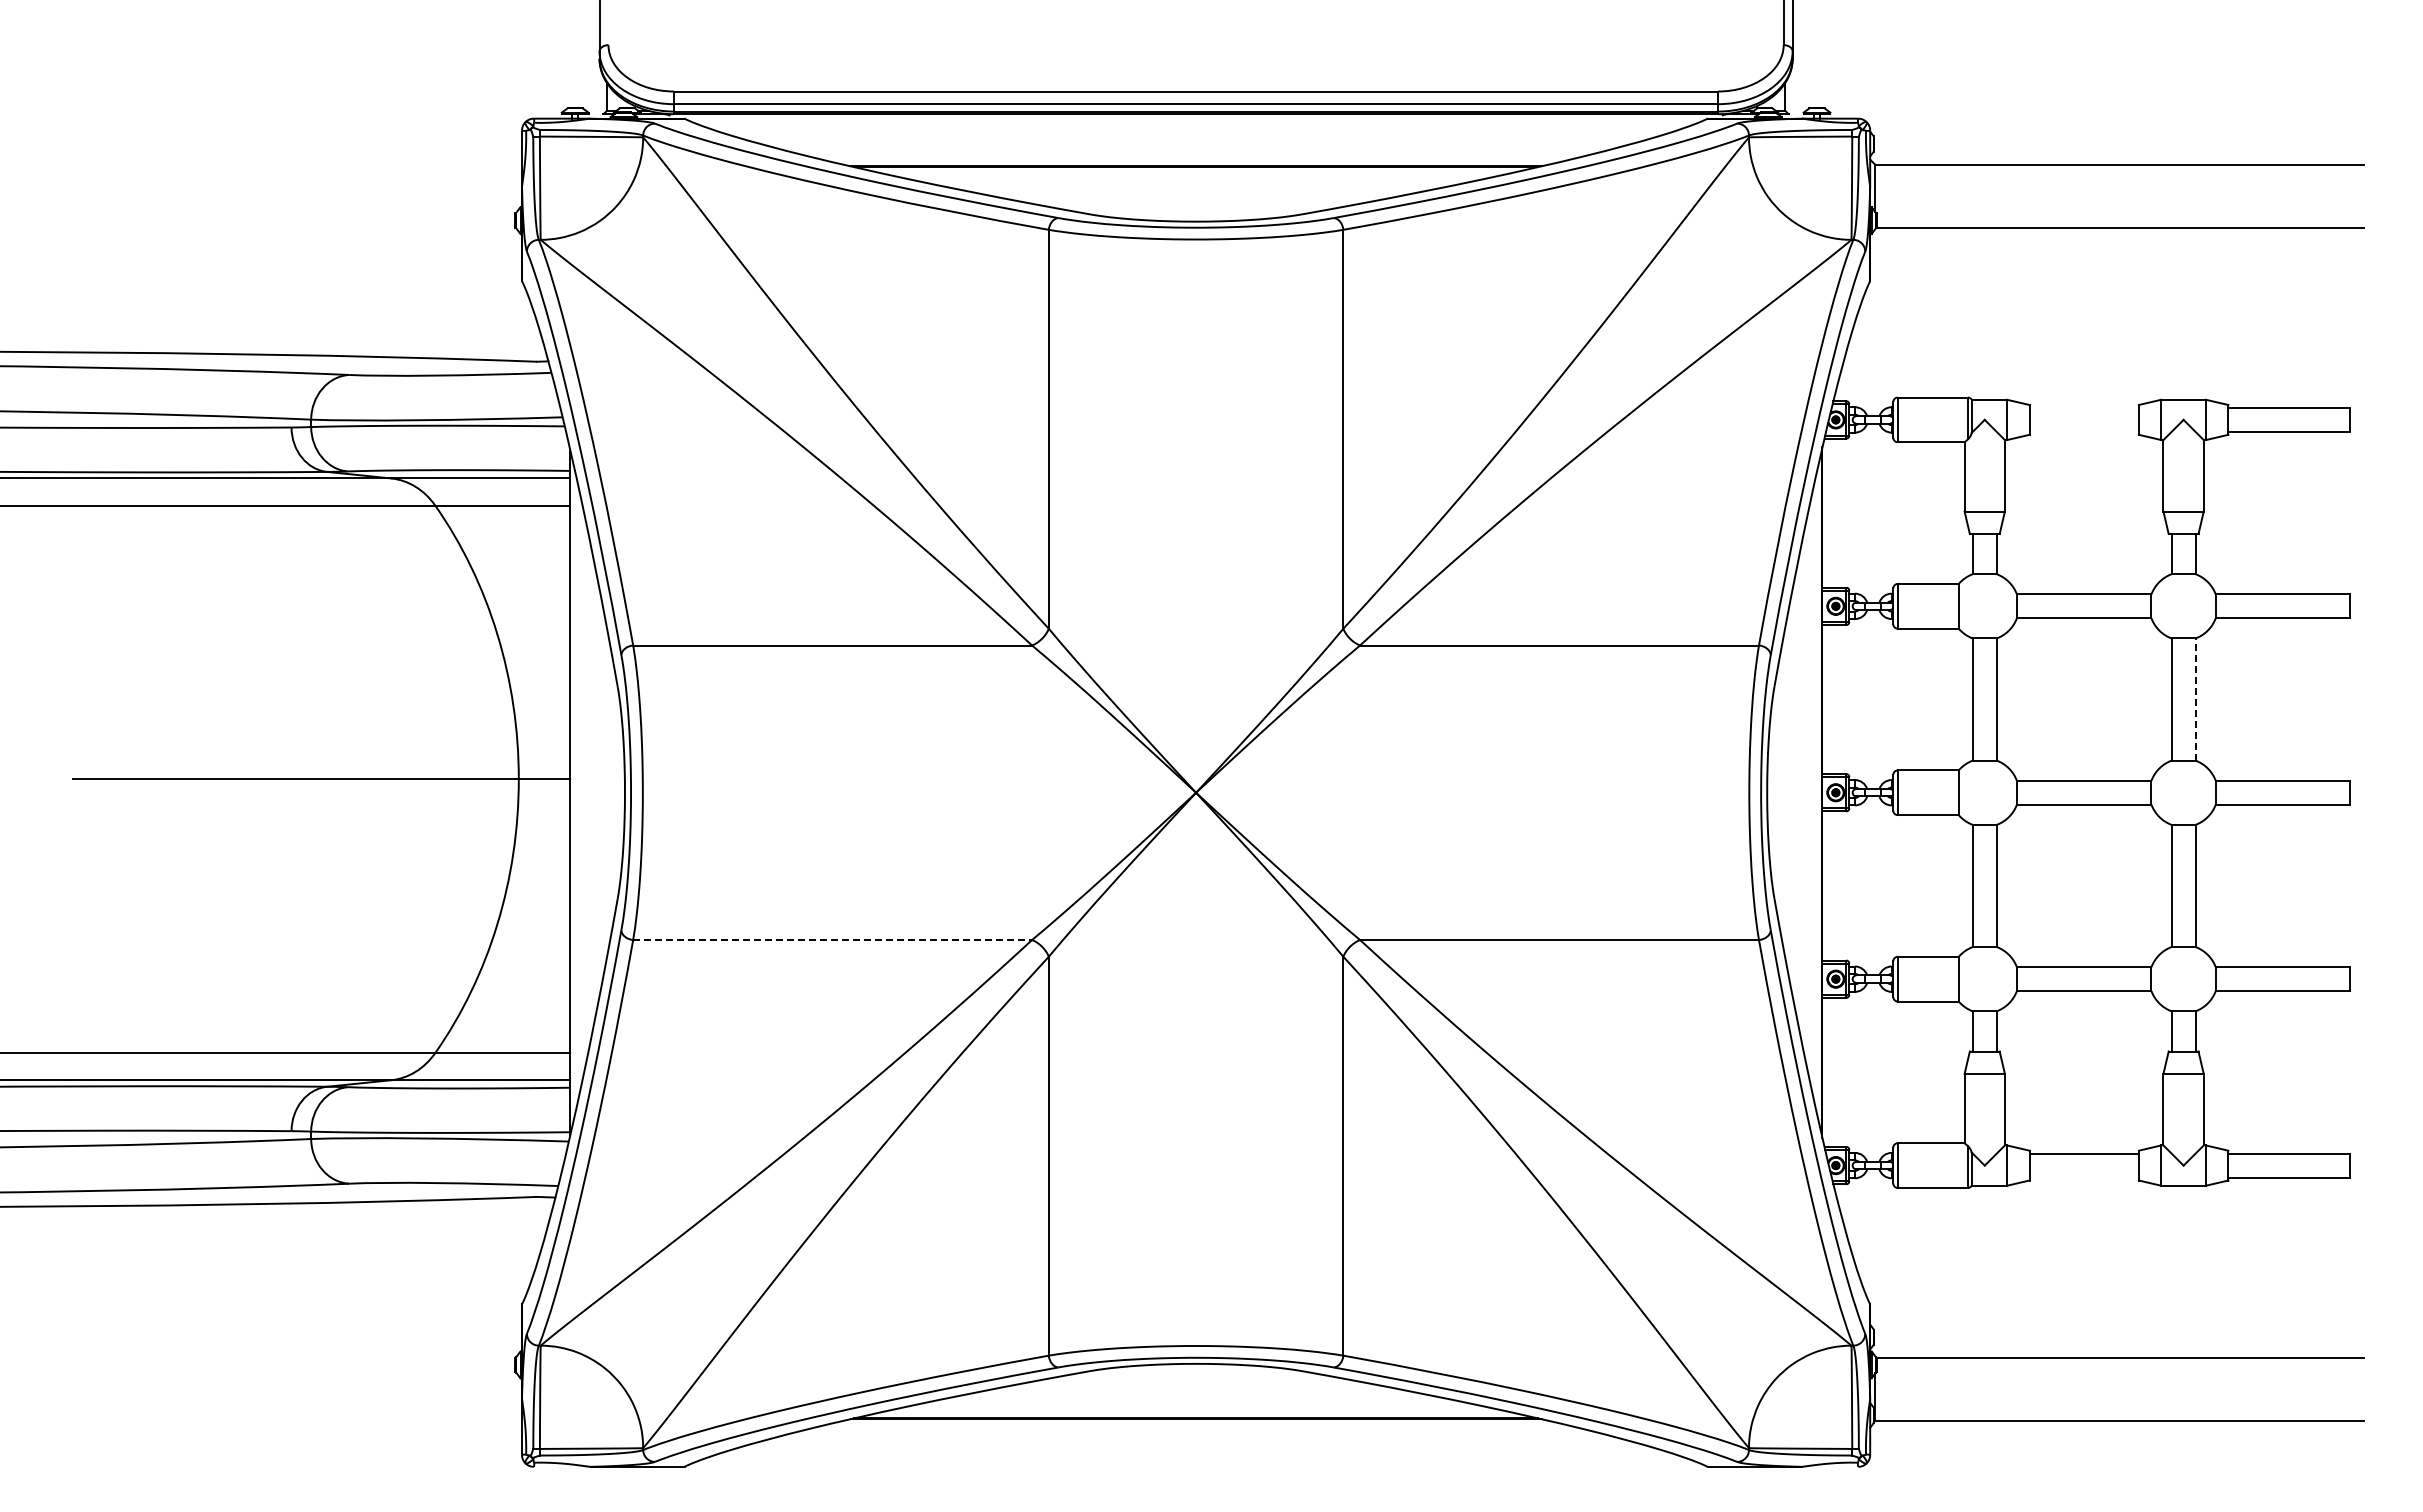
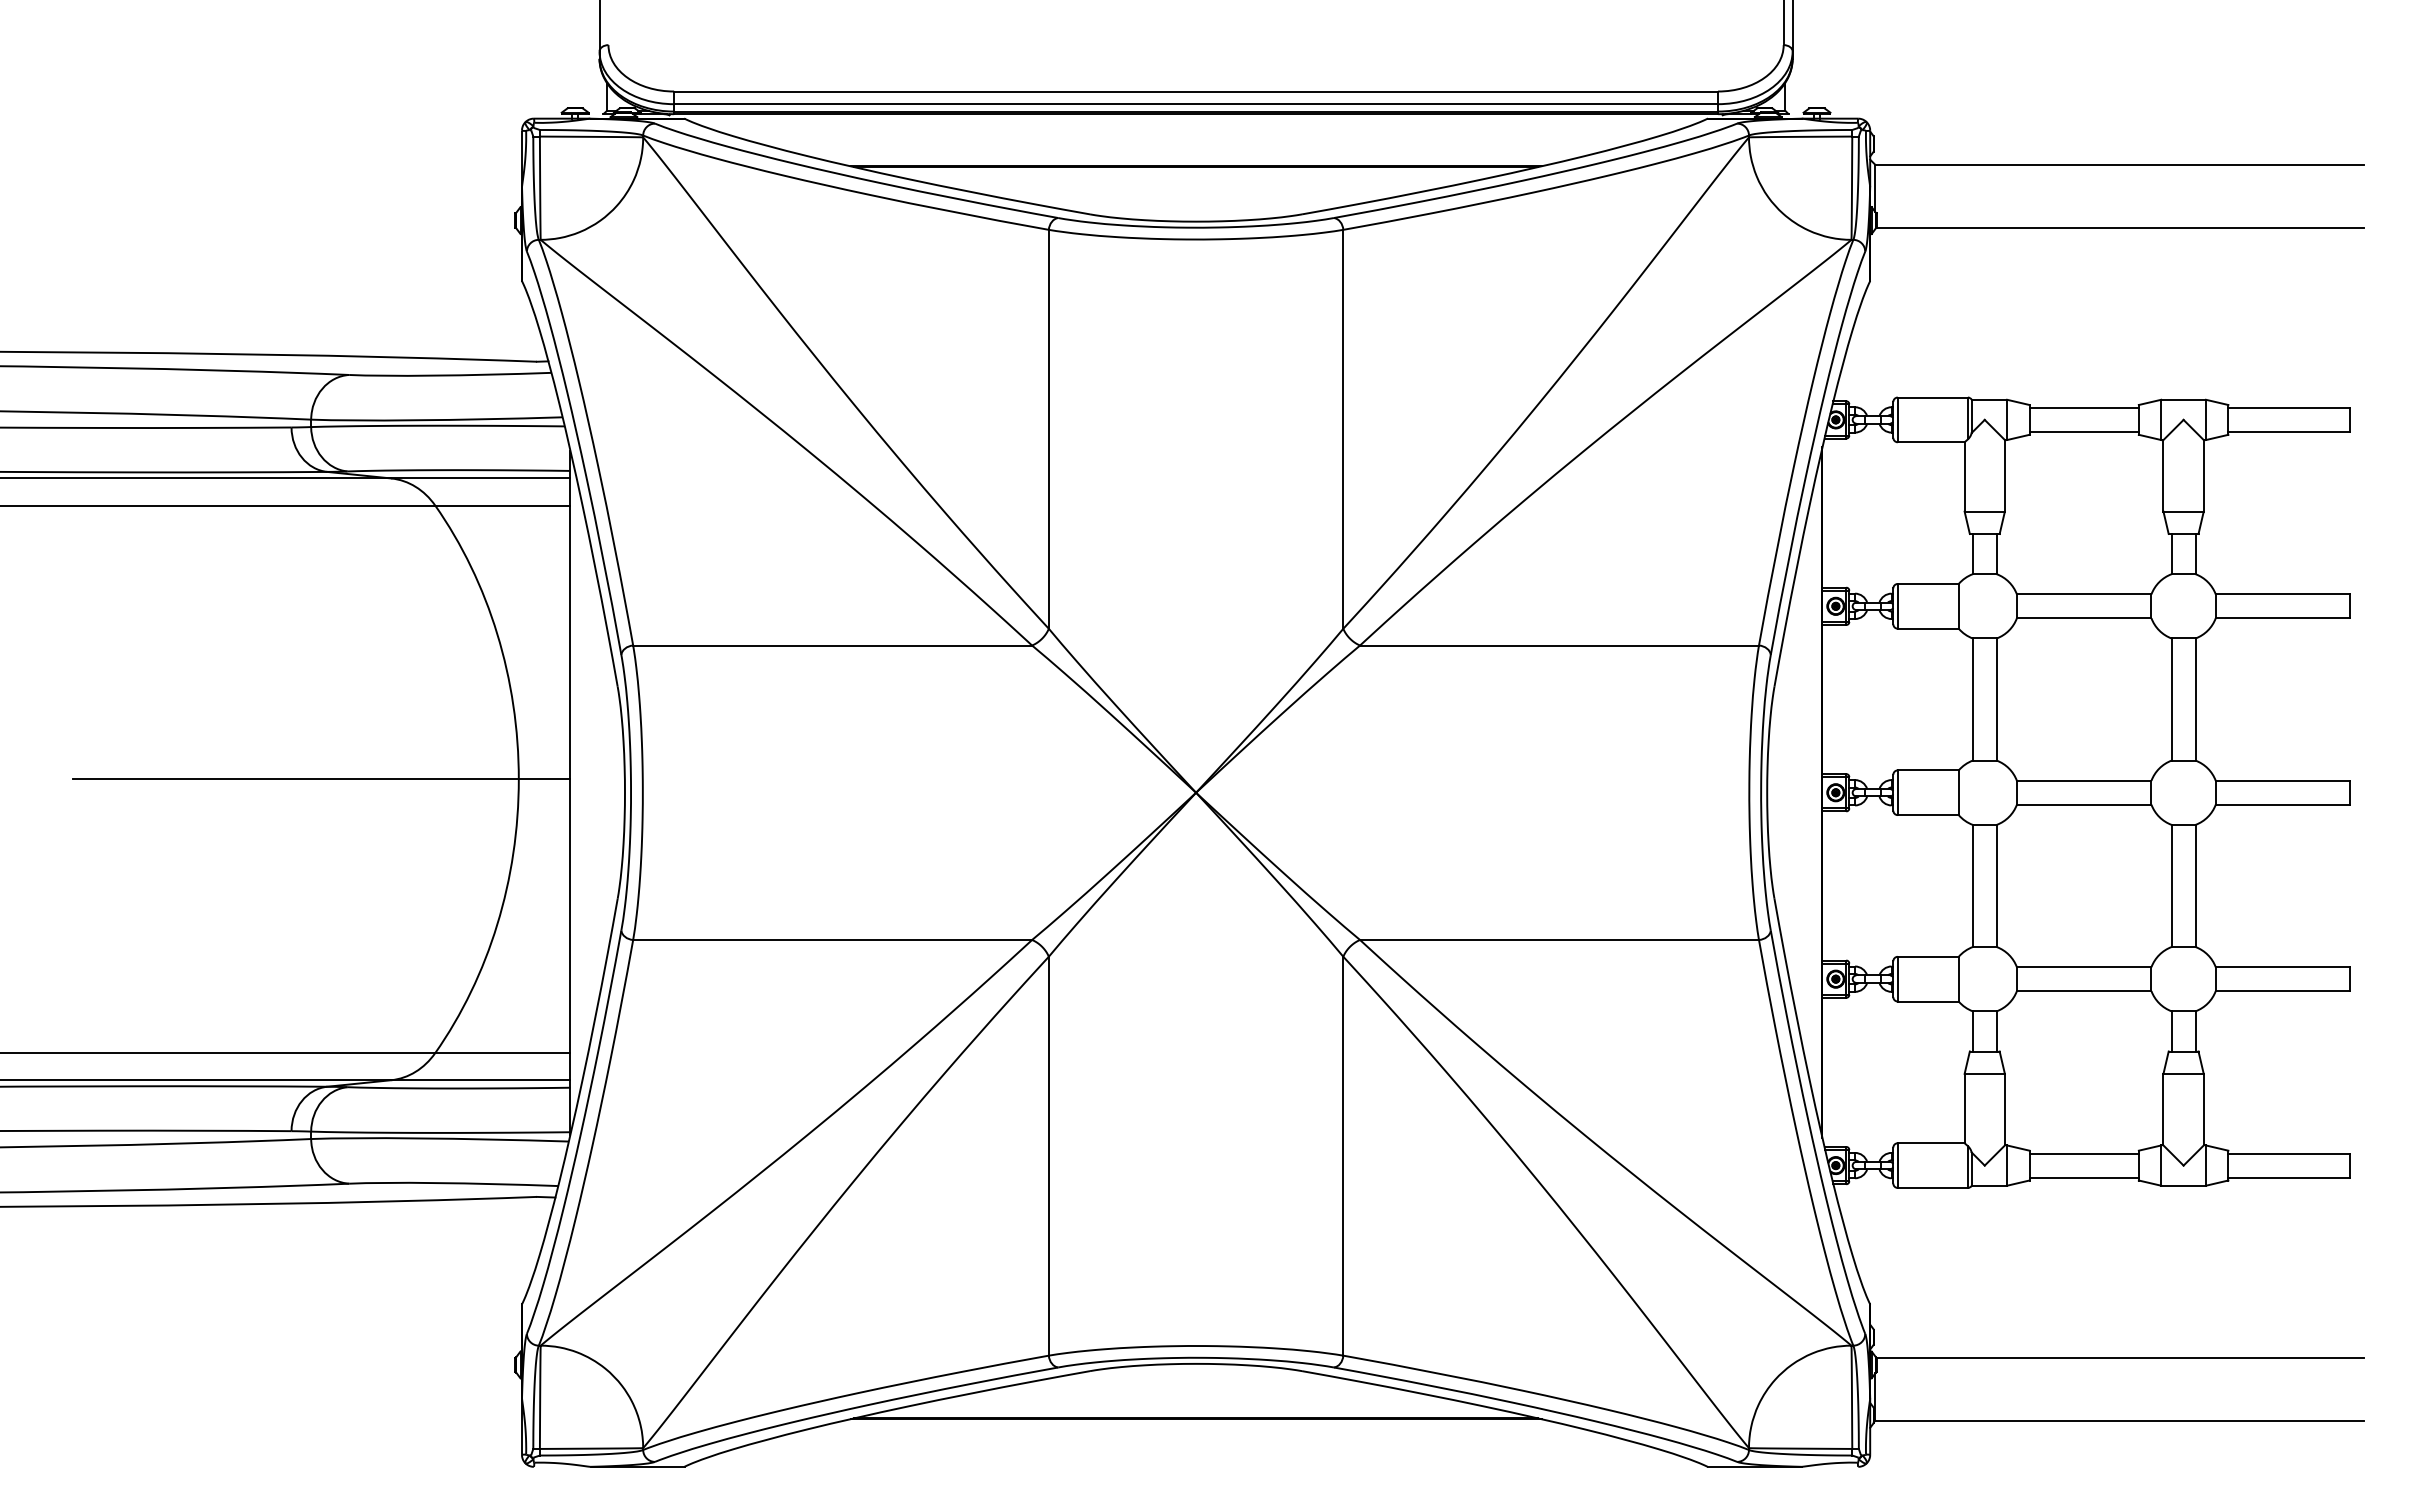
line at (2083, 407): none -> present
line at (2083, 431): none -> present
line at (2195, 699): dashed -> solid
line at (833, 940): dashed -> solid
line at (2083, 1177): none -> present
